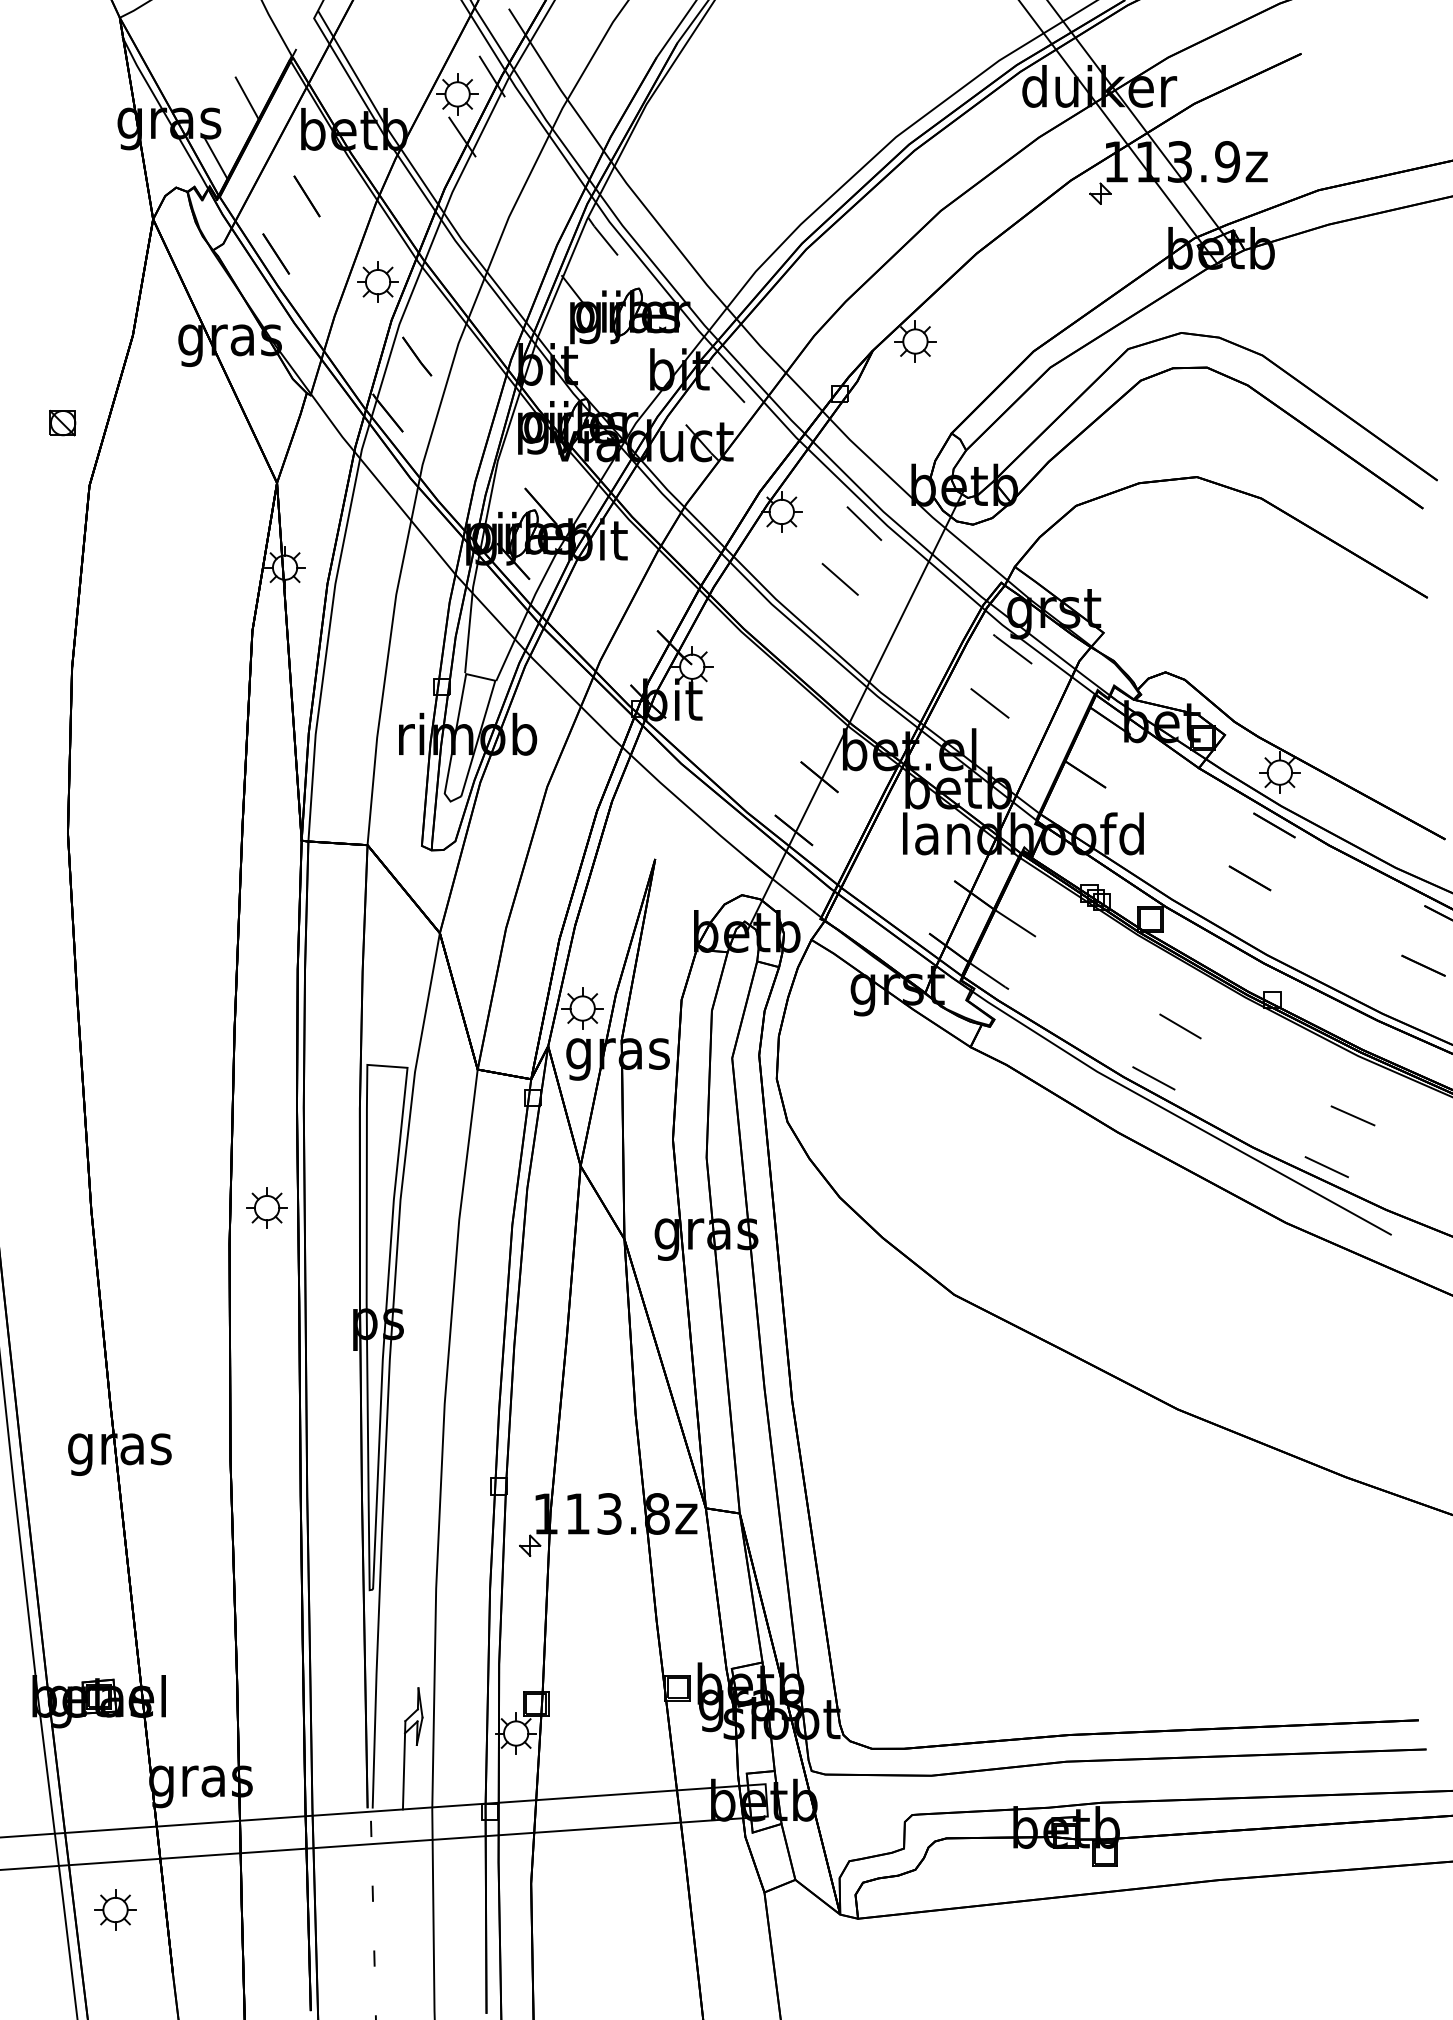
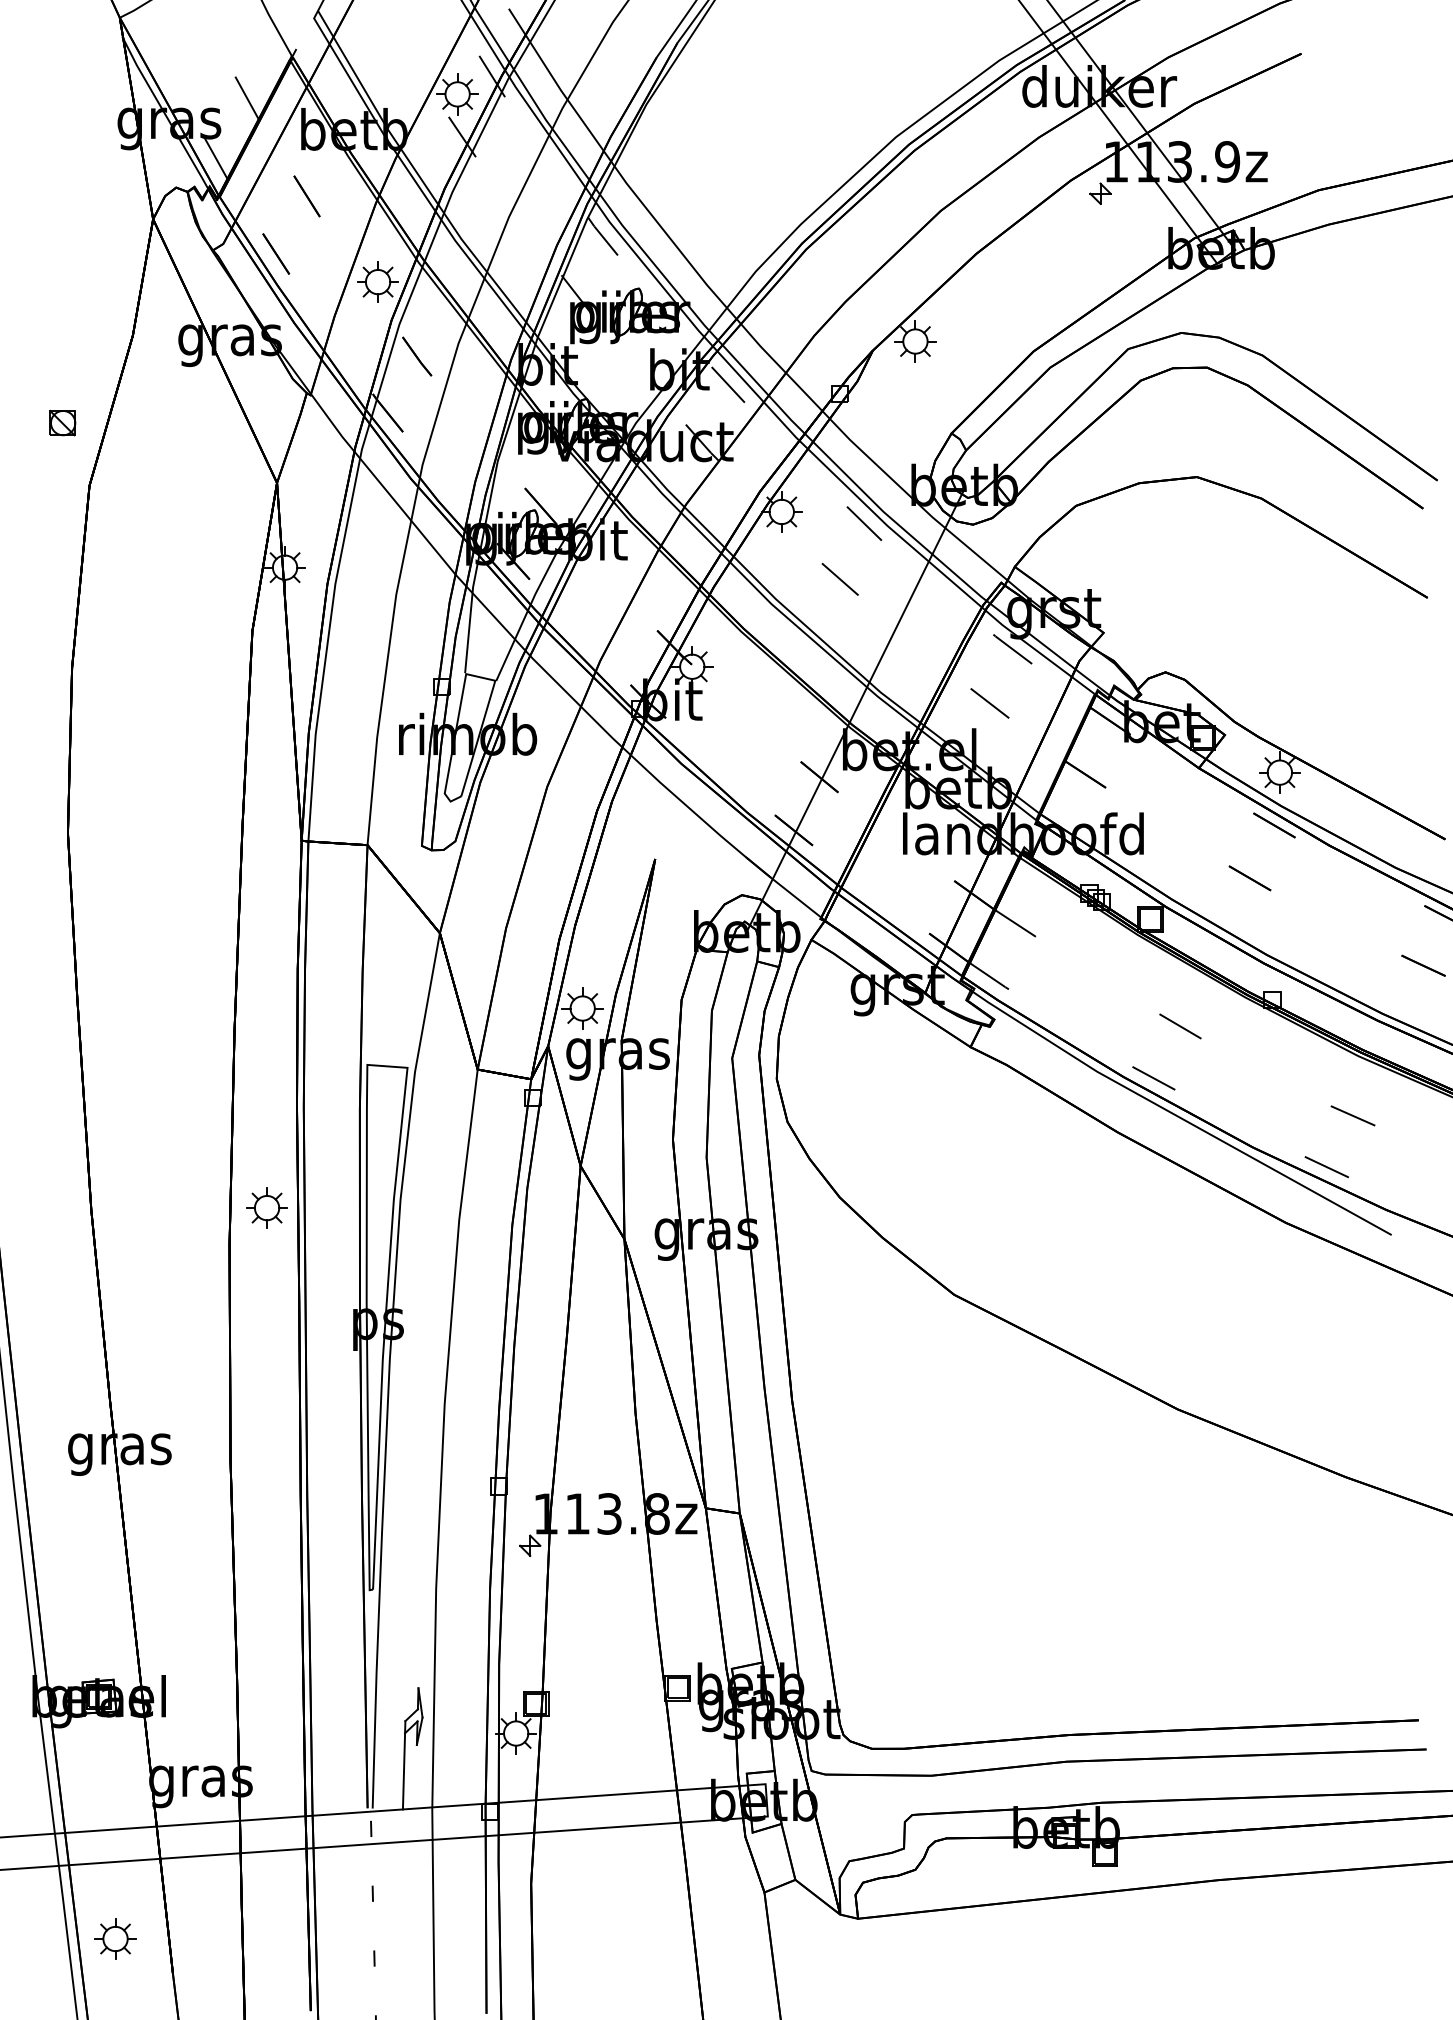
part at (115, 1909) position: (115, 1909) -> (115, 1938)
